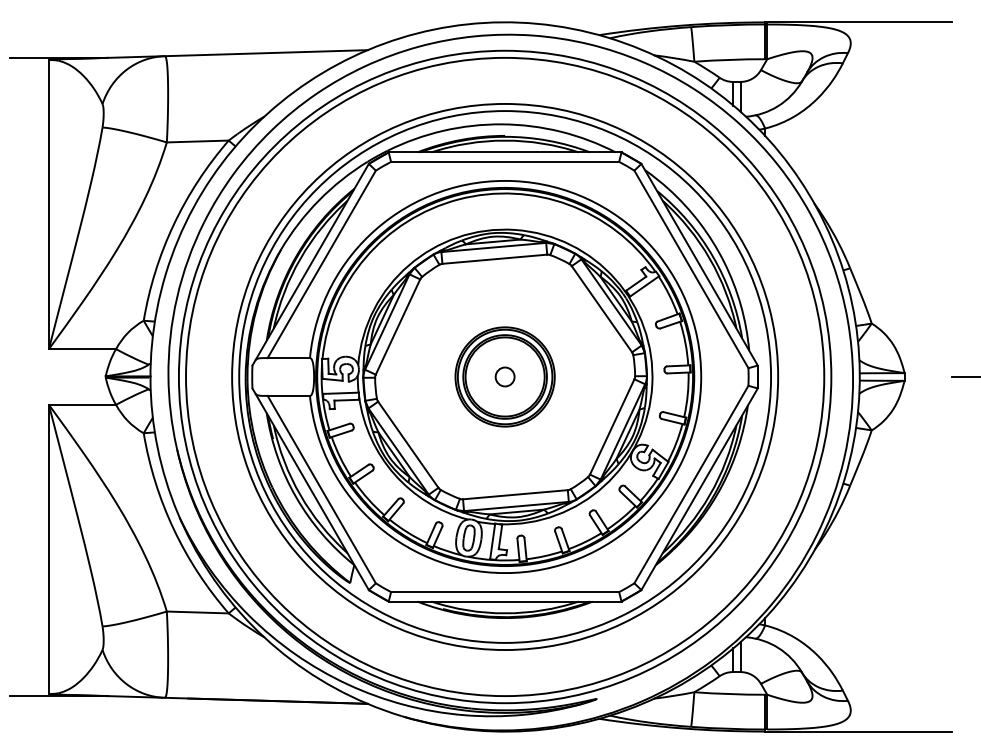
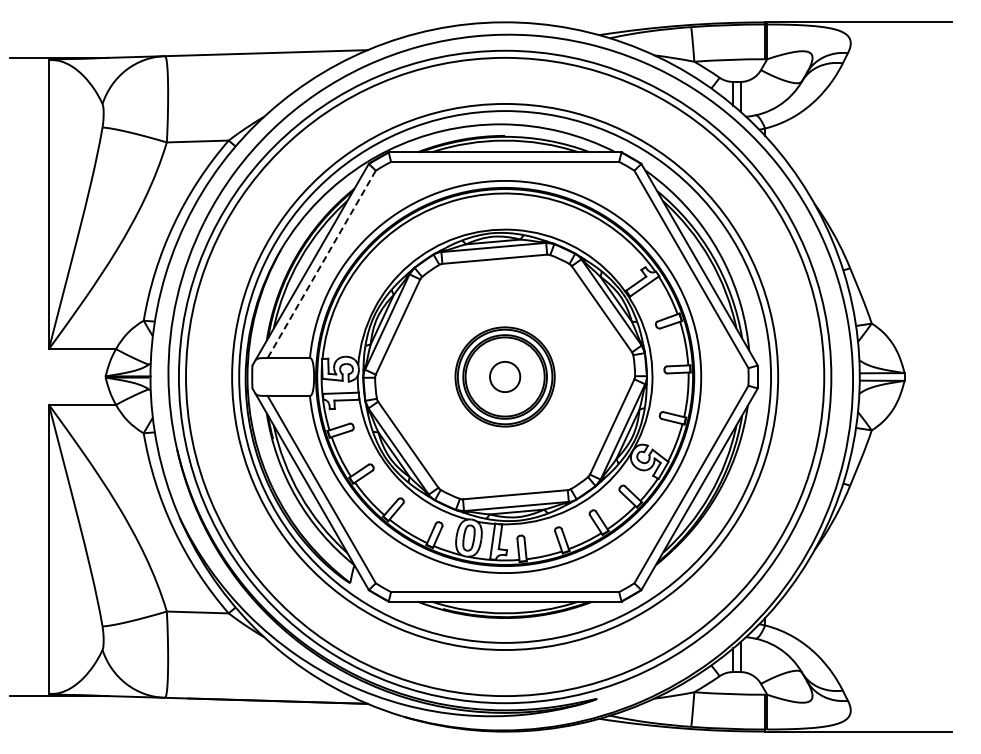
line at (321, 264): solid -> dashed
circle at (504, 376) diameter: 19 px -> 30 px
line at (963, 376): present -> none
